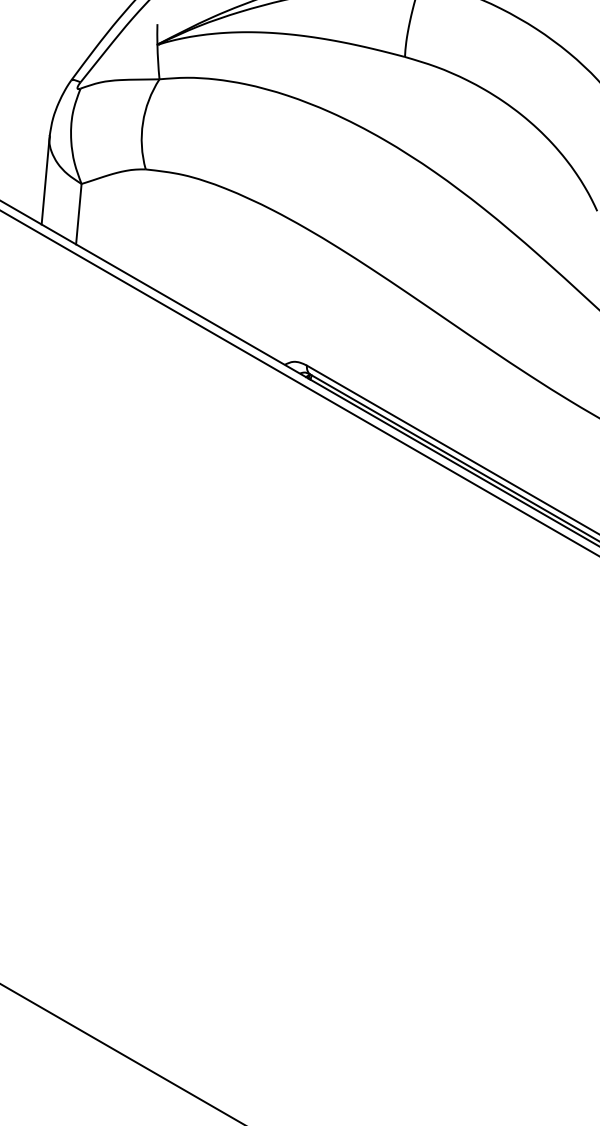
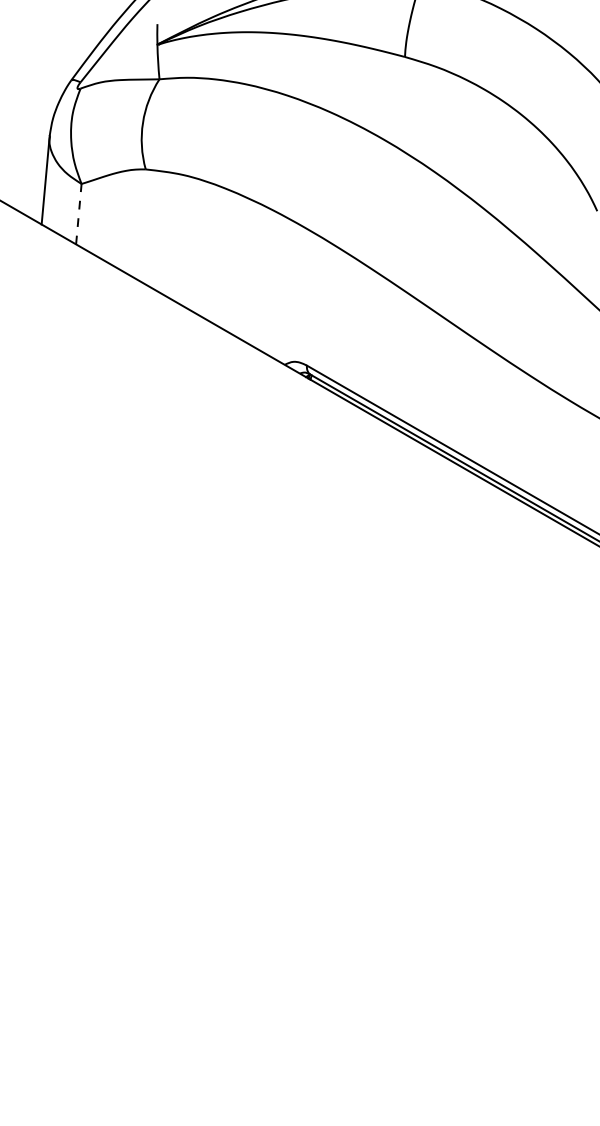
line at (78, 213): solid -> dashed
line at (299, 382): present -> none
line at (121, 1053): present -> none
